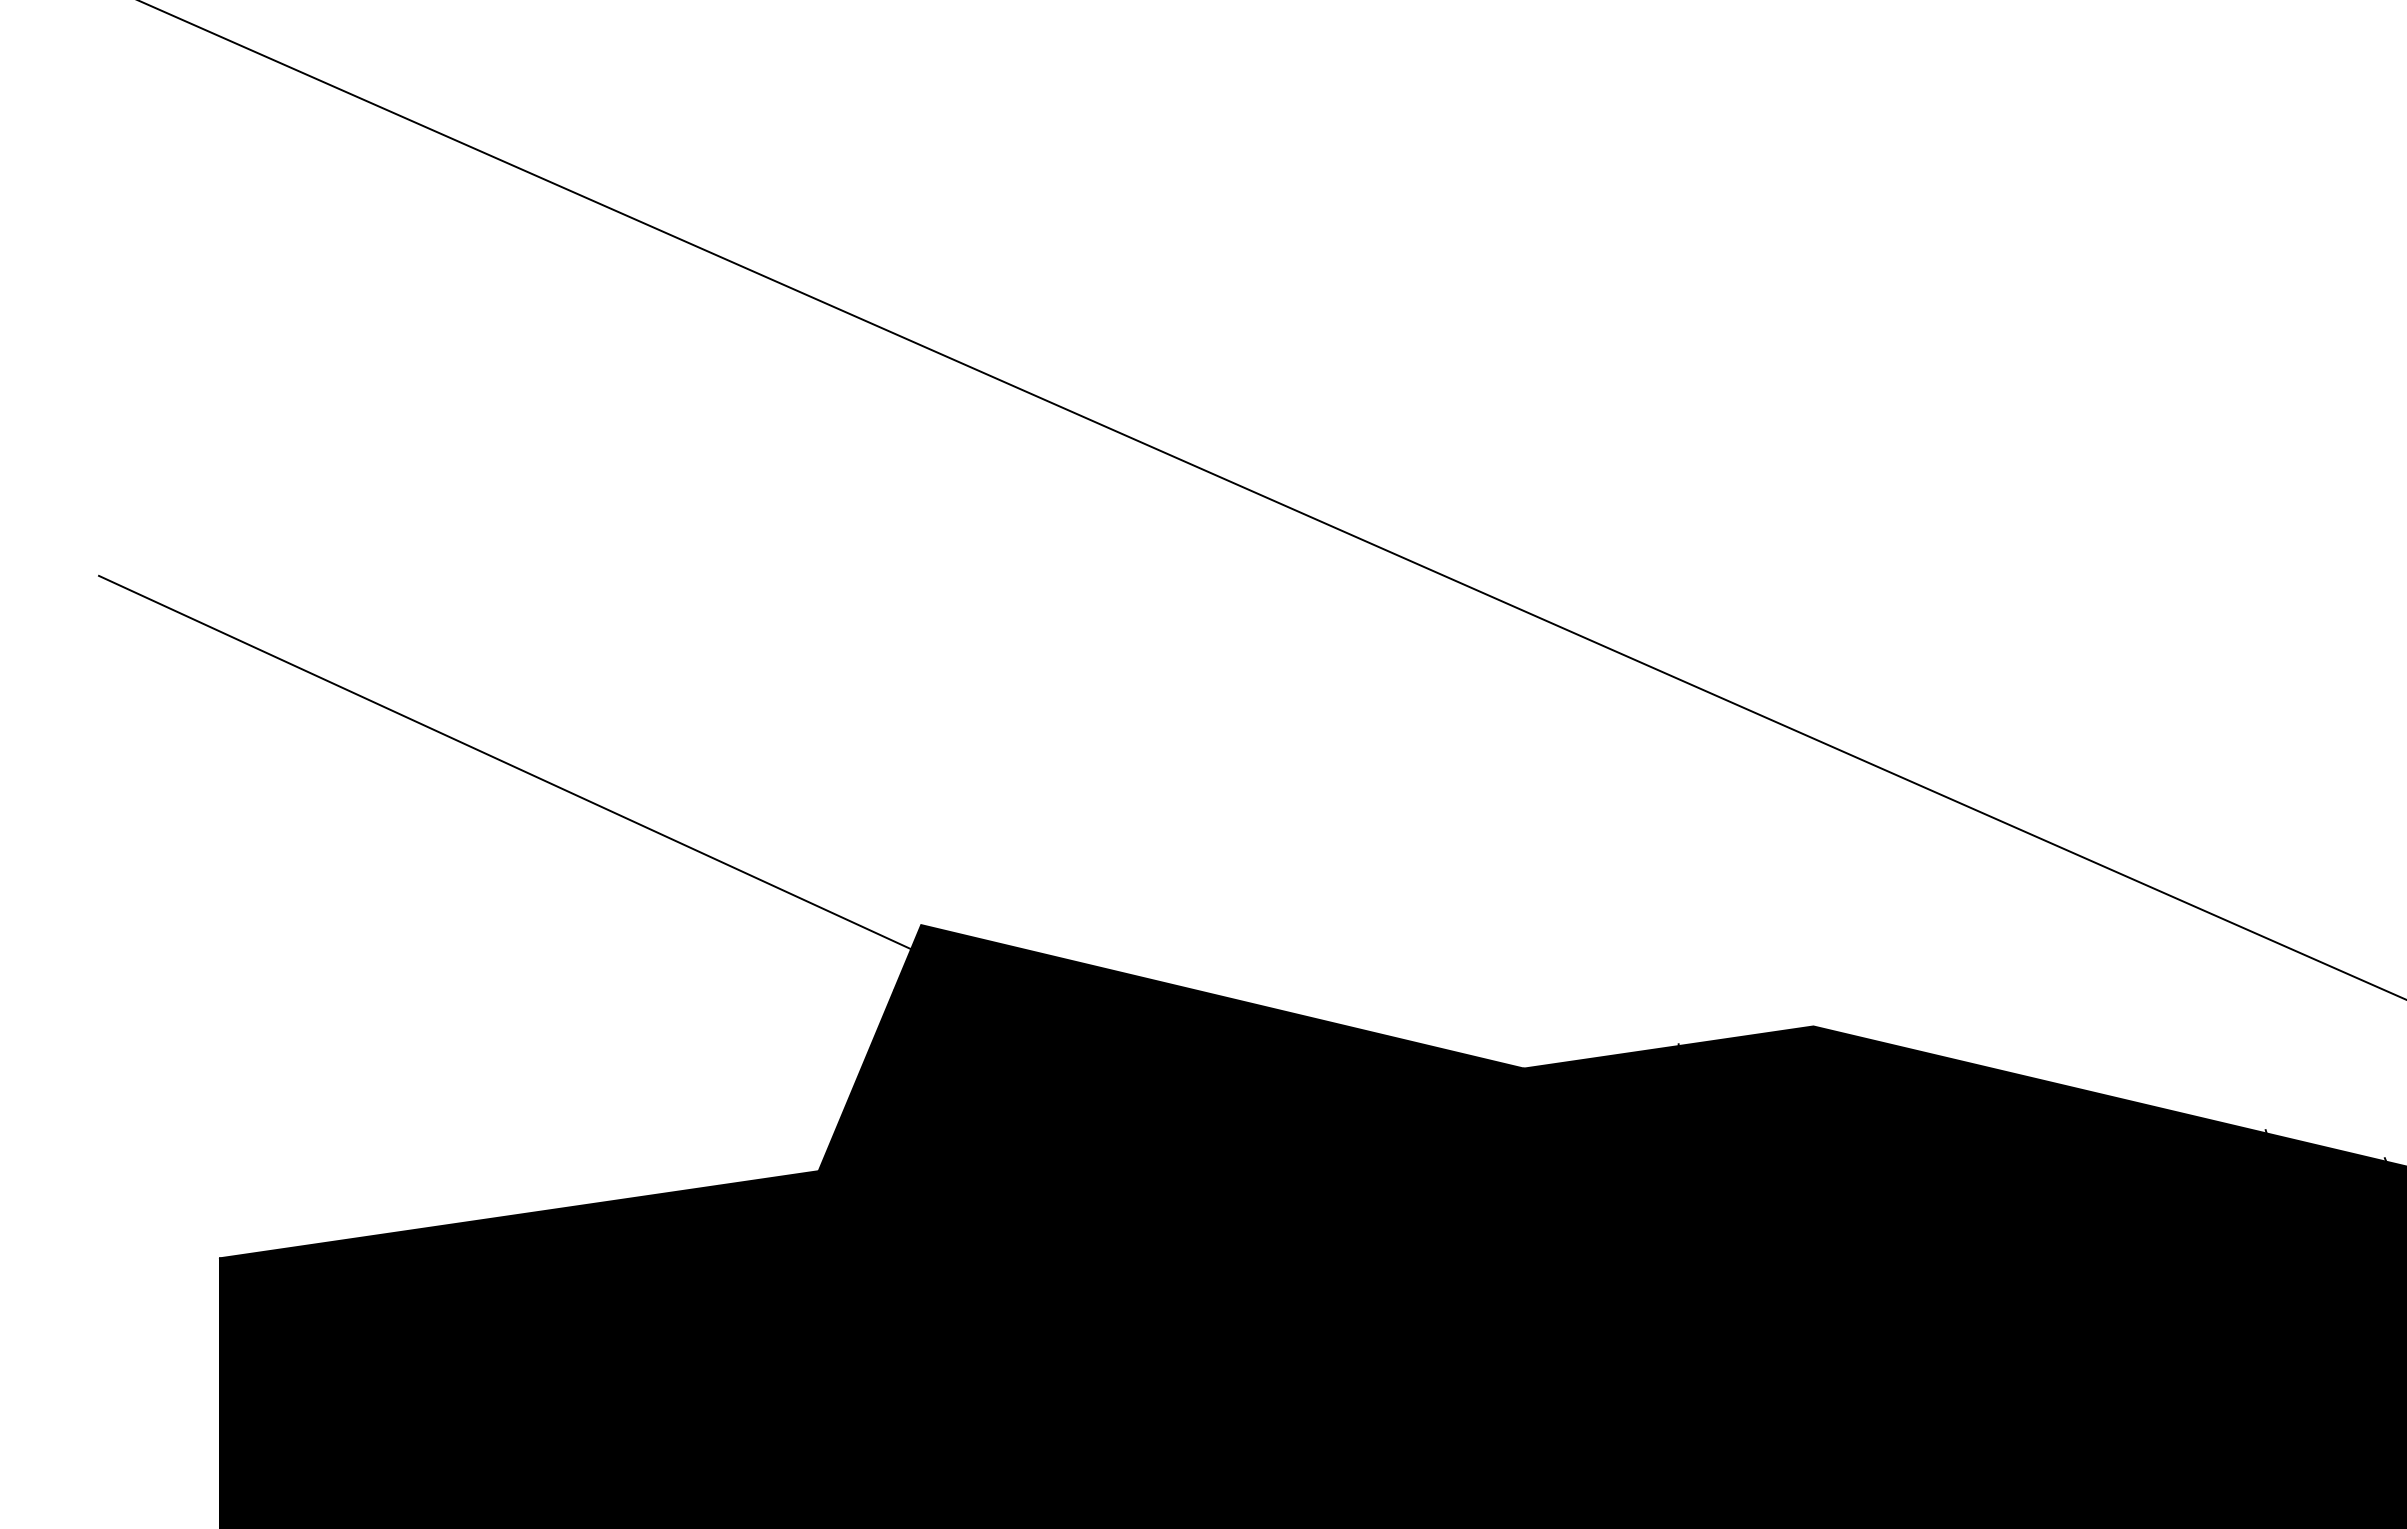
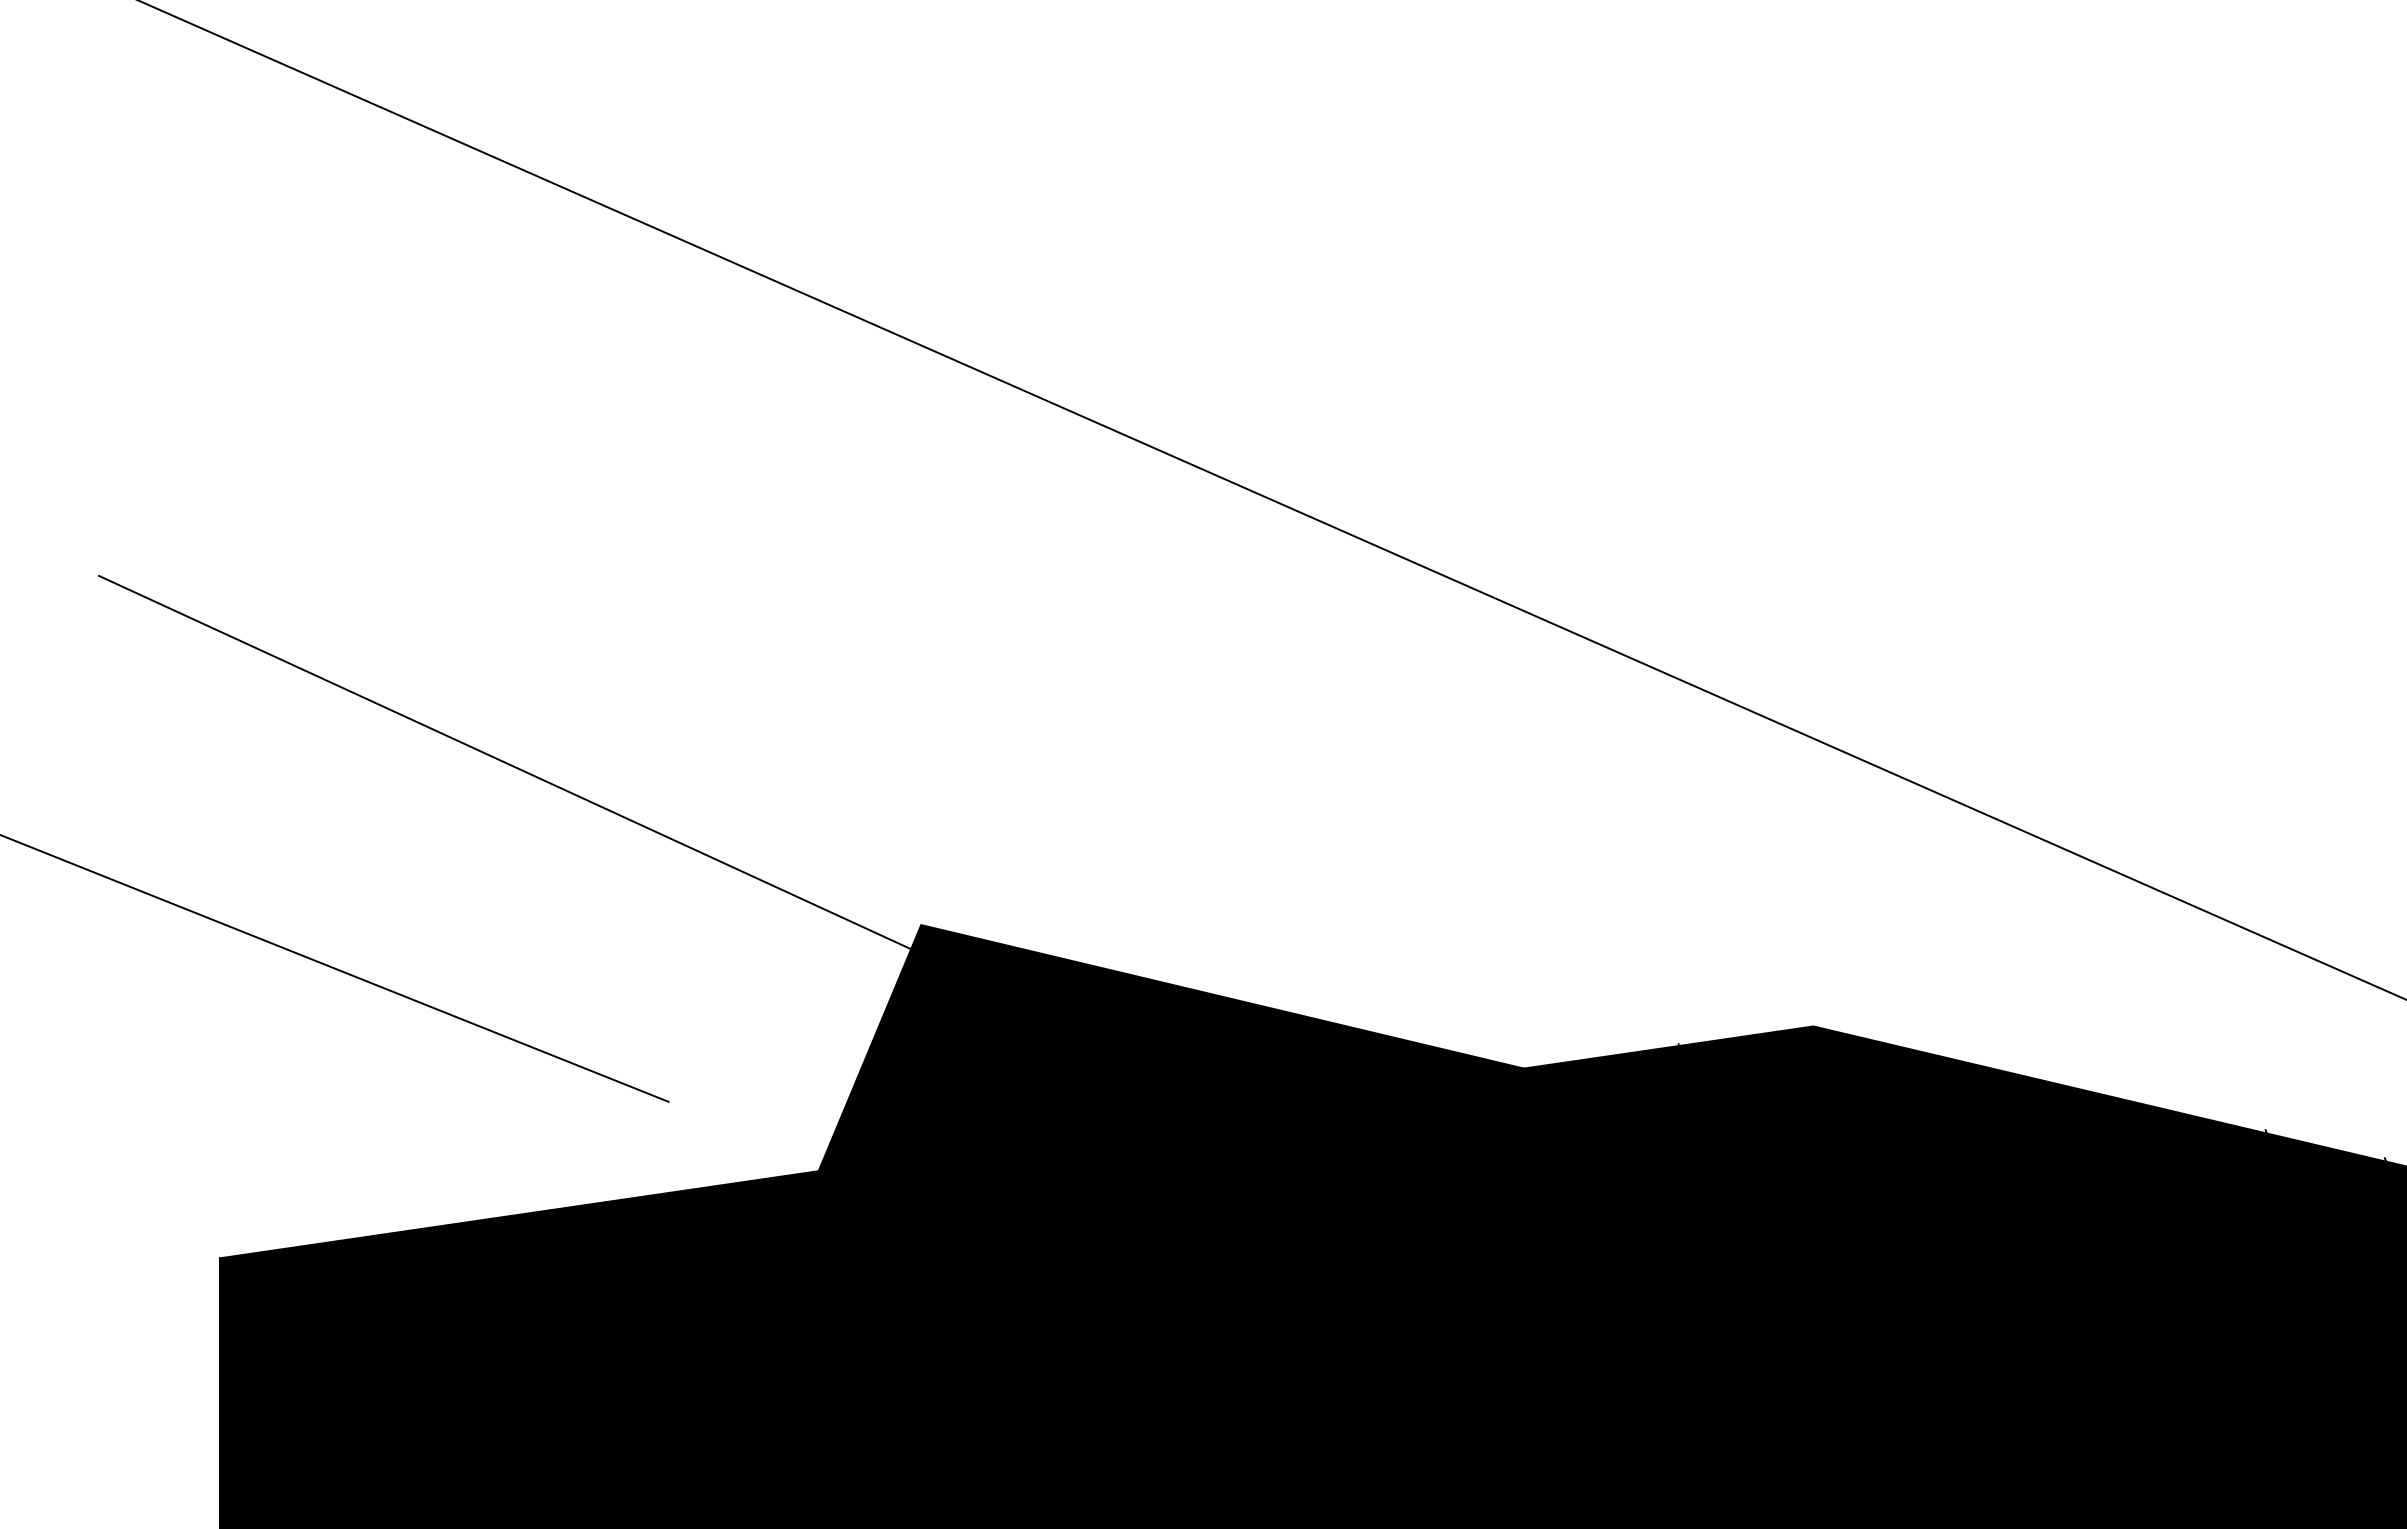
line at (335, 968): none -> present
